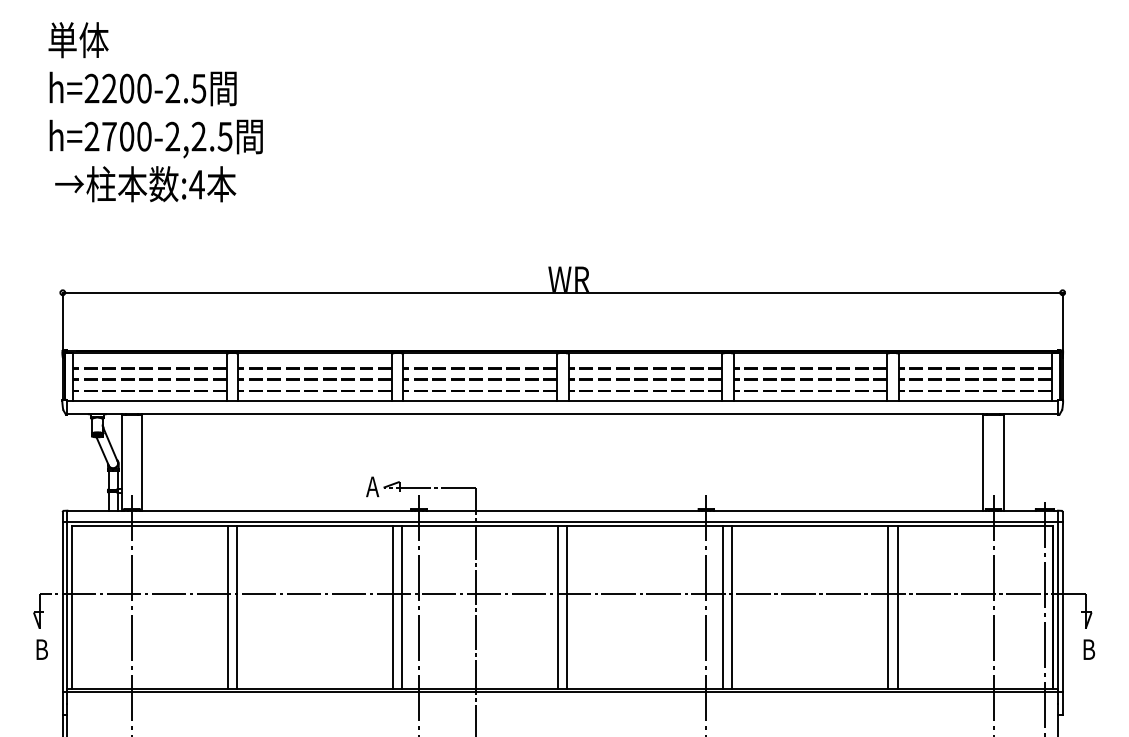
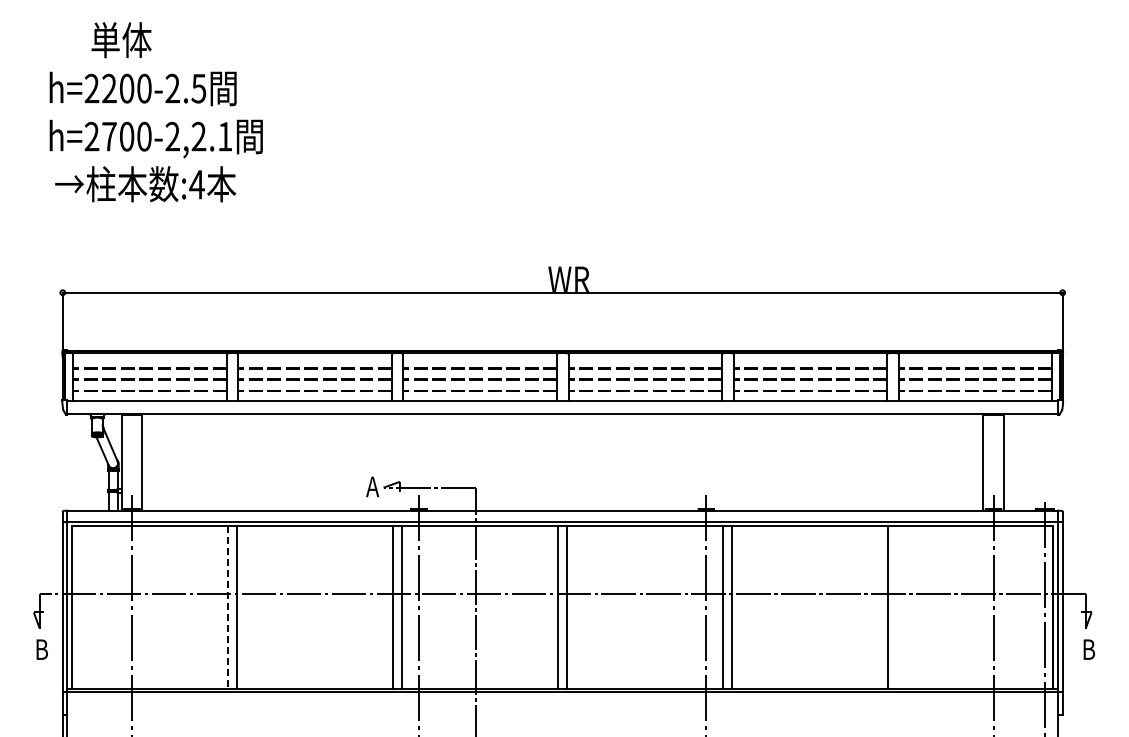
text at (78, 40) position: (78, 40) -> (121, 40)
text at (224, 136): h=2700-2,2.5 -> h=2700-2,2.1
line at (897, 606): present -> none
line at (227, 607): solid -> dashed
